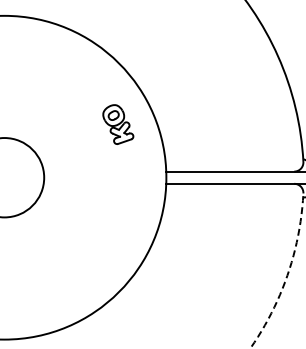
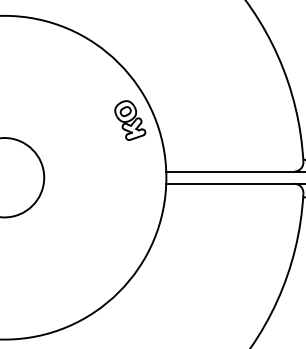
part at (118, 124) position: (118, 124) -> (130, 120)
arc at (287, 275): dashed -> solid
